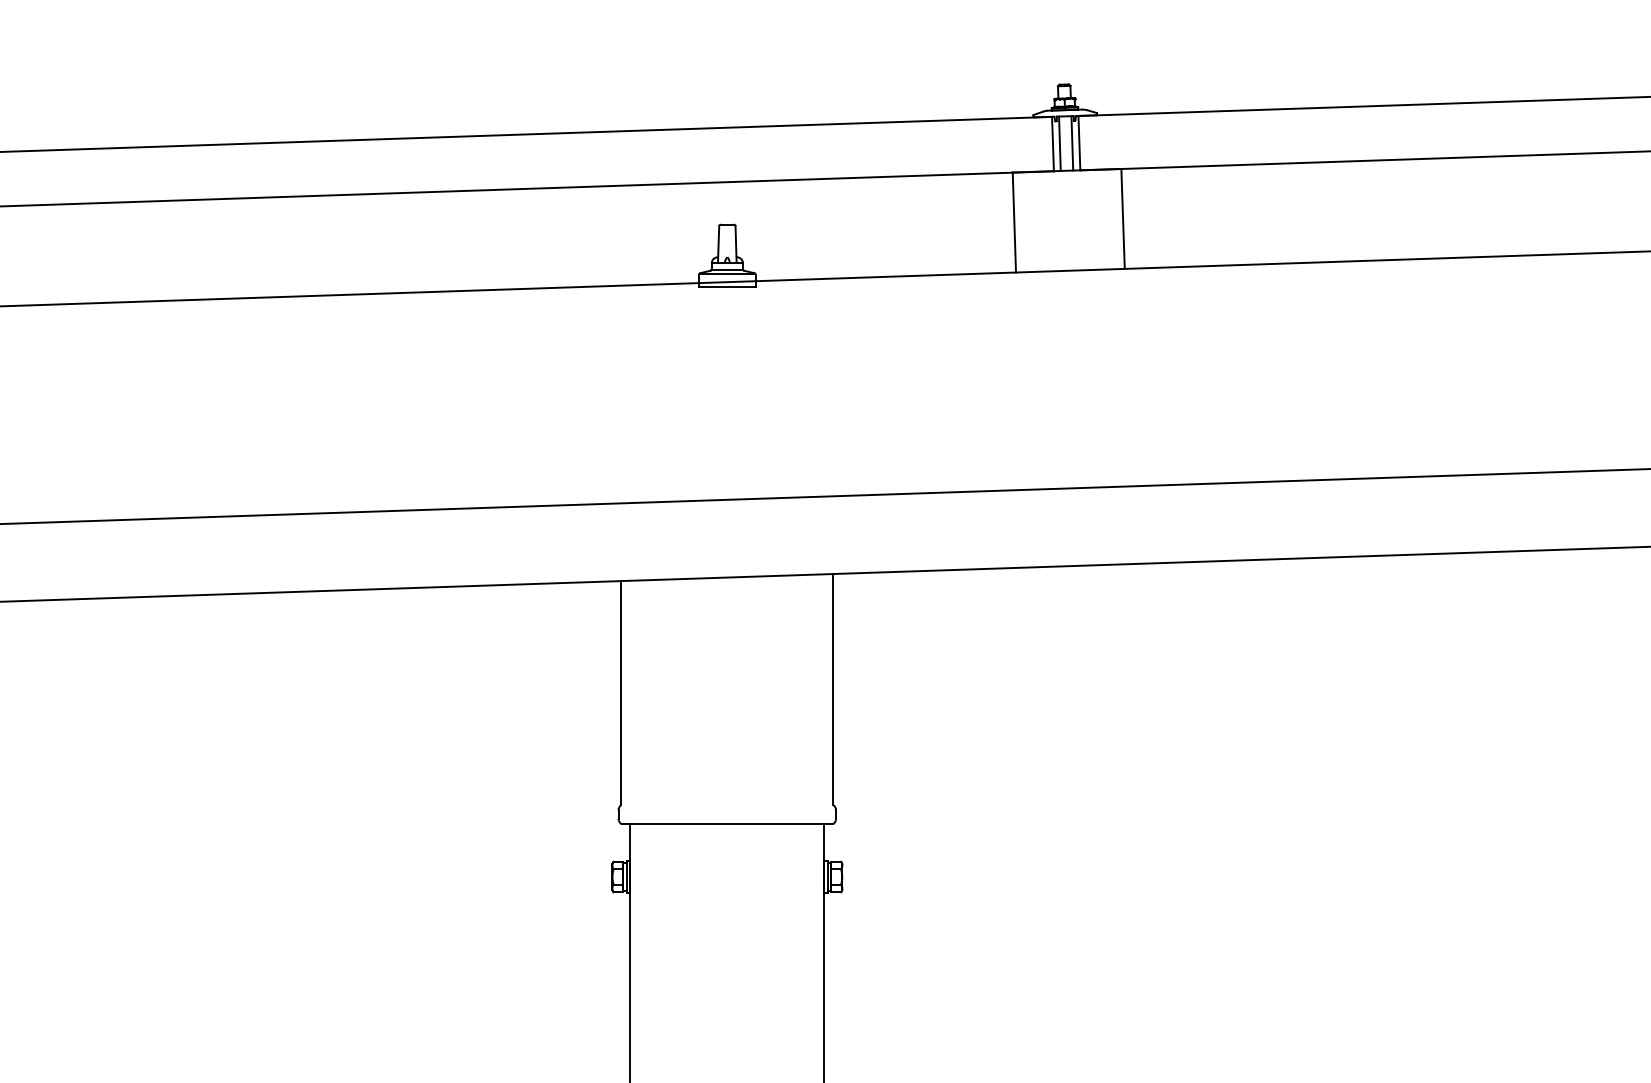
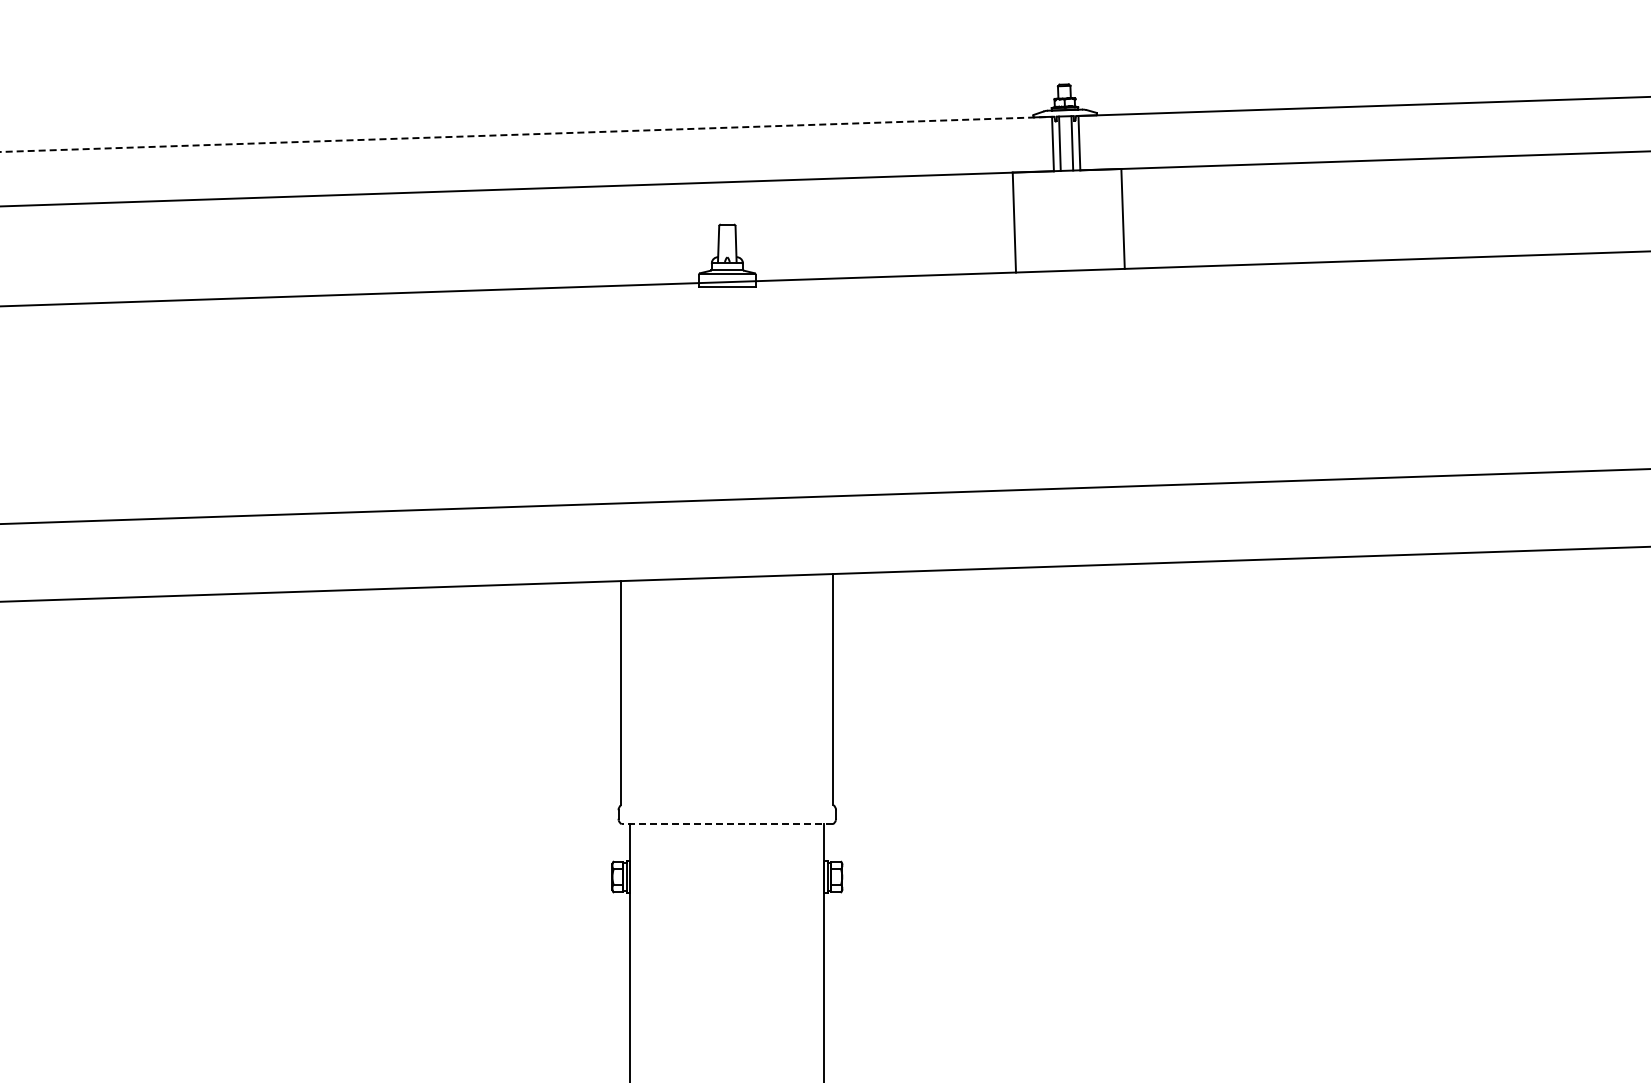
line at (526, 134): solid -> dashed
line at (727, 824): solid -> dashed
